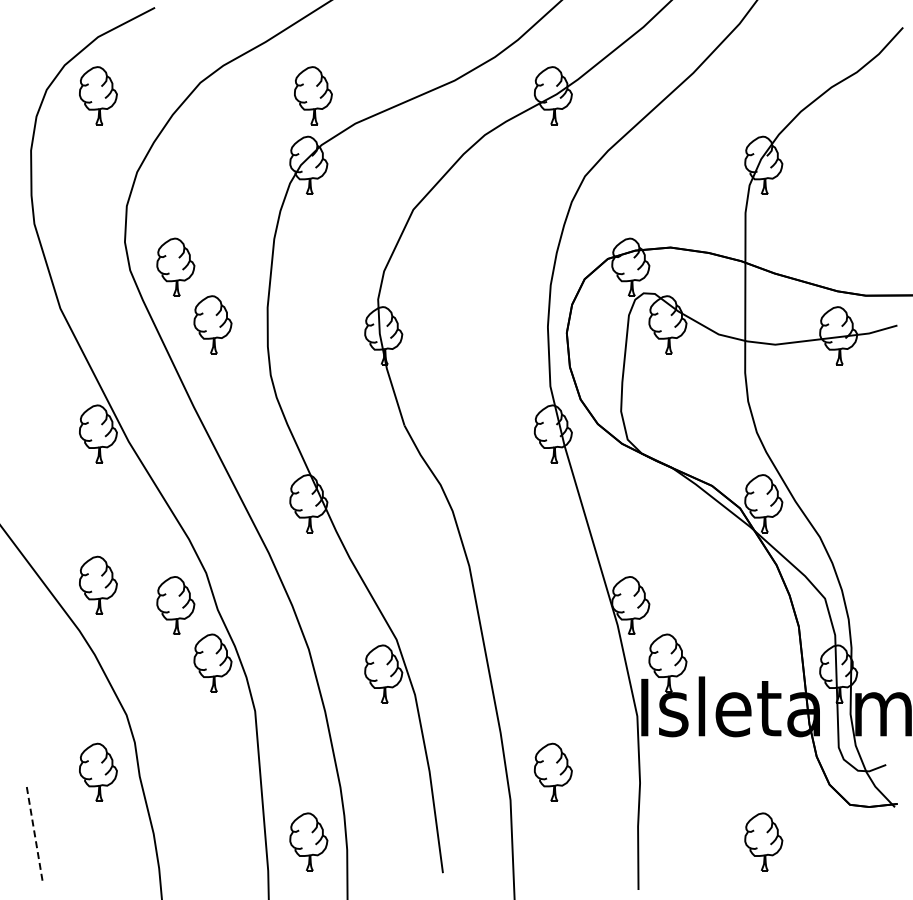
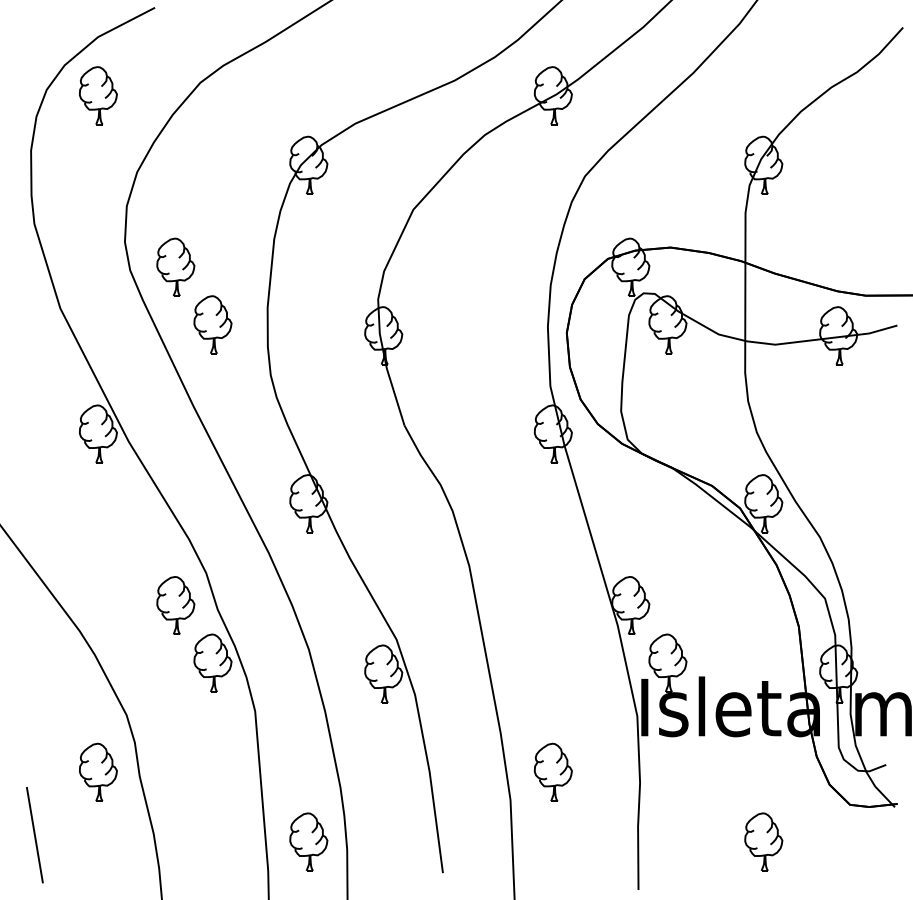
part at (313, 95): present -> none
part at (98, 584): present -> none
line at (34, 835): dashed -> solid
